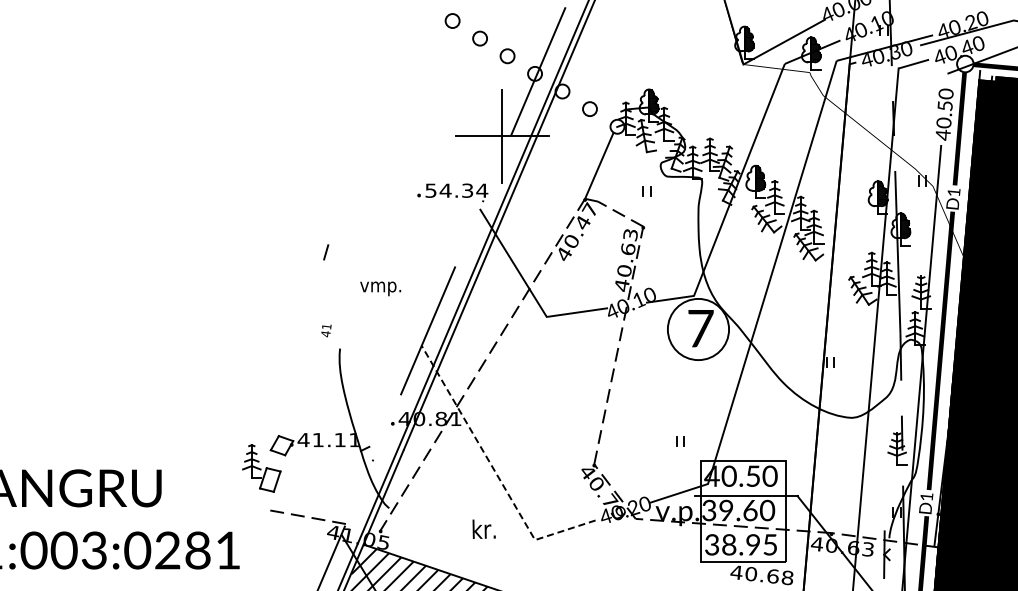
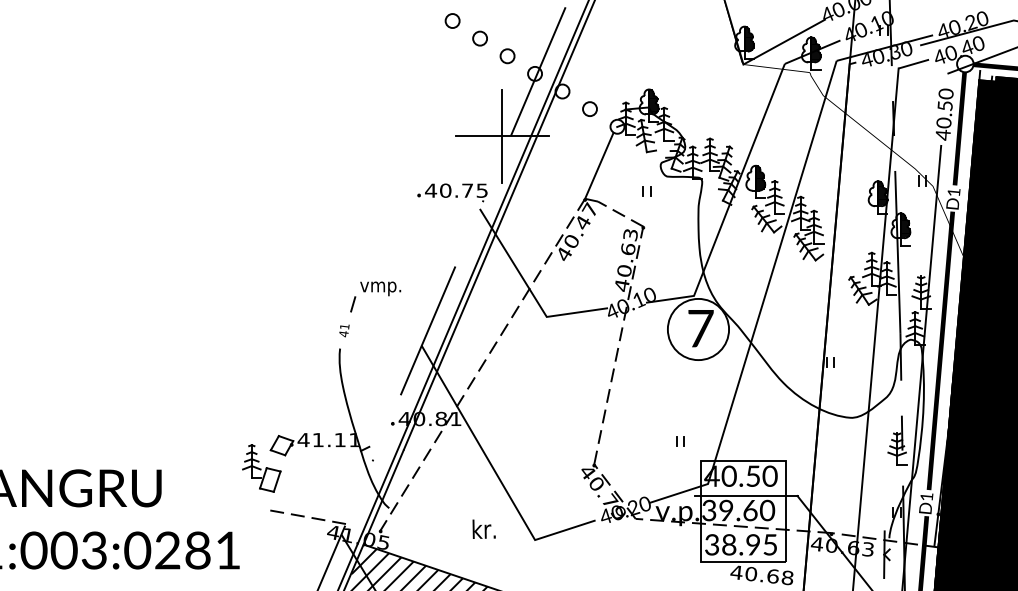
text at (456, 190): 54.34 -> 40.75
line at (326, 252) position: (326, 252) -> (353, 304)
text at (326, 330) position: (326, 330) -> (344, 330)
line at (494, 471): dashed -> solid
